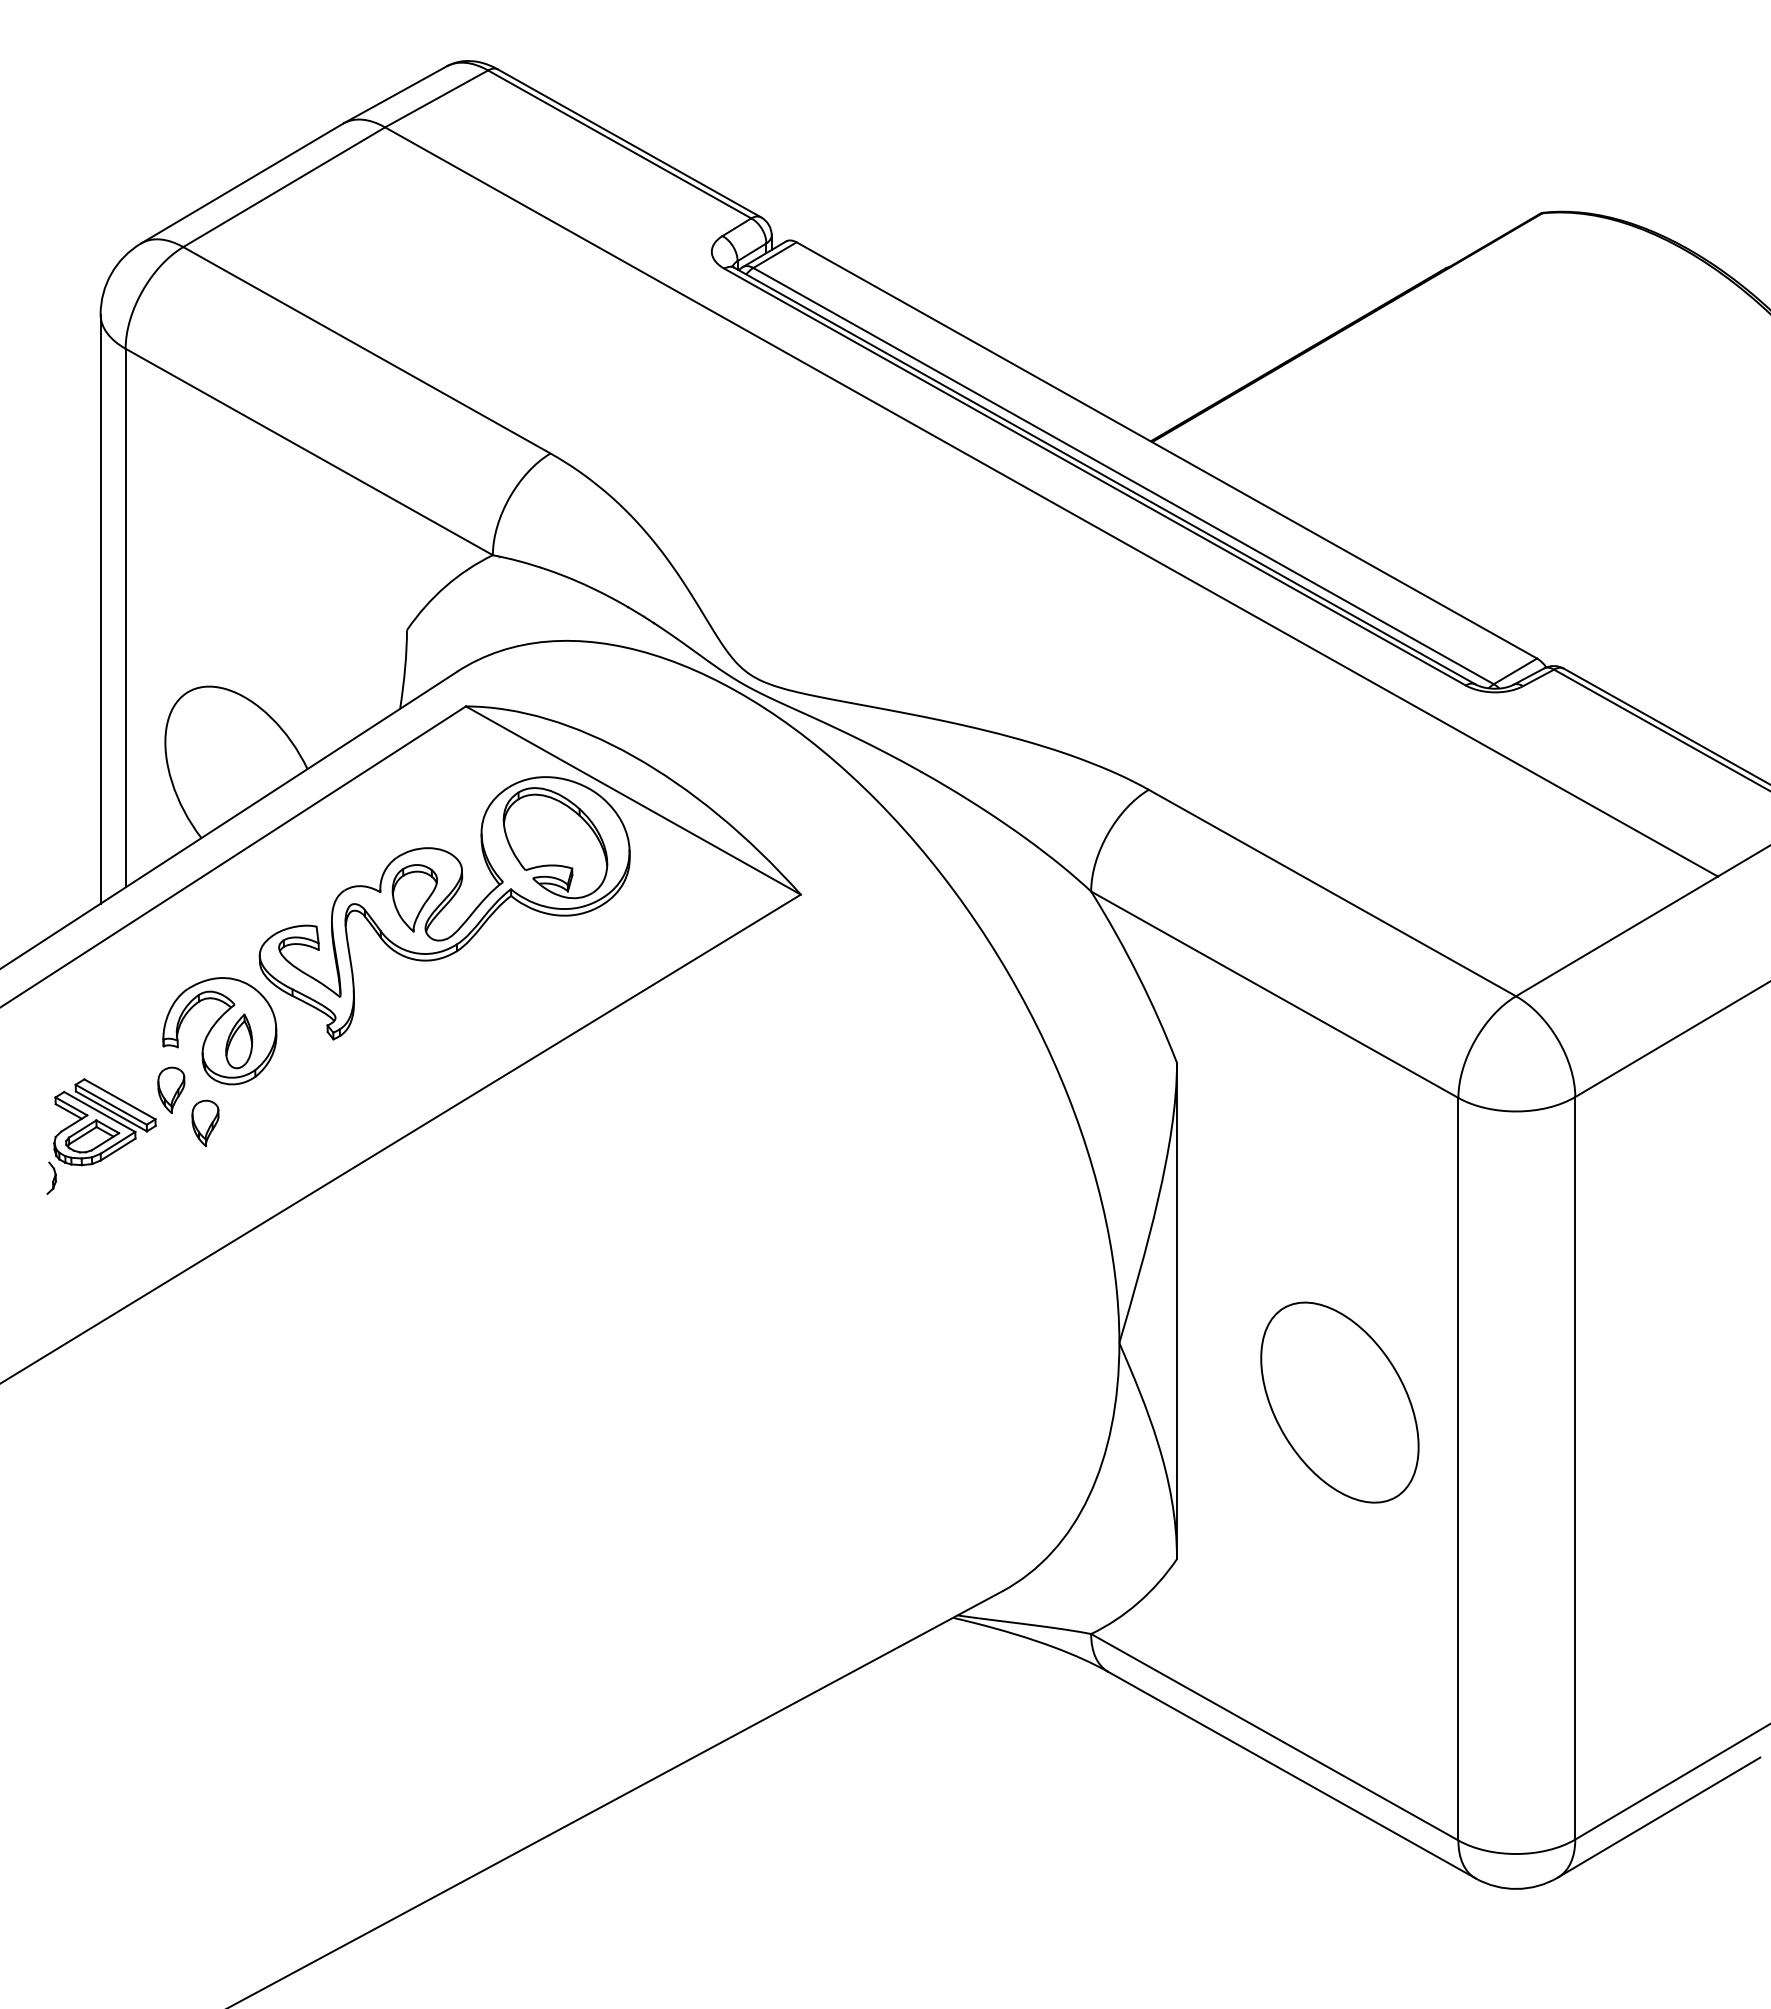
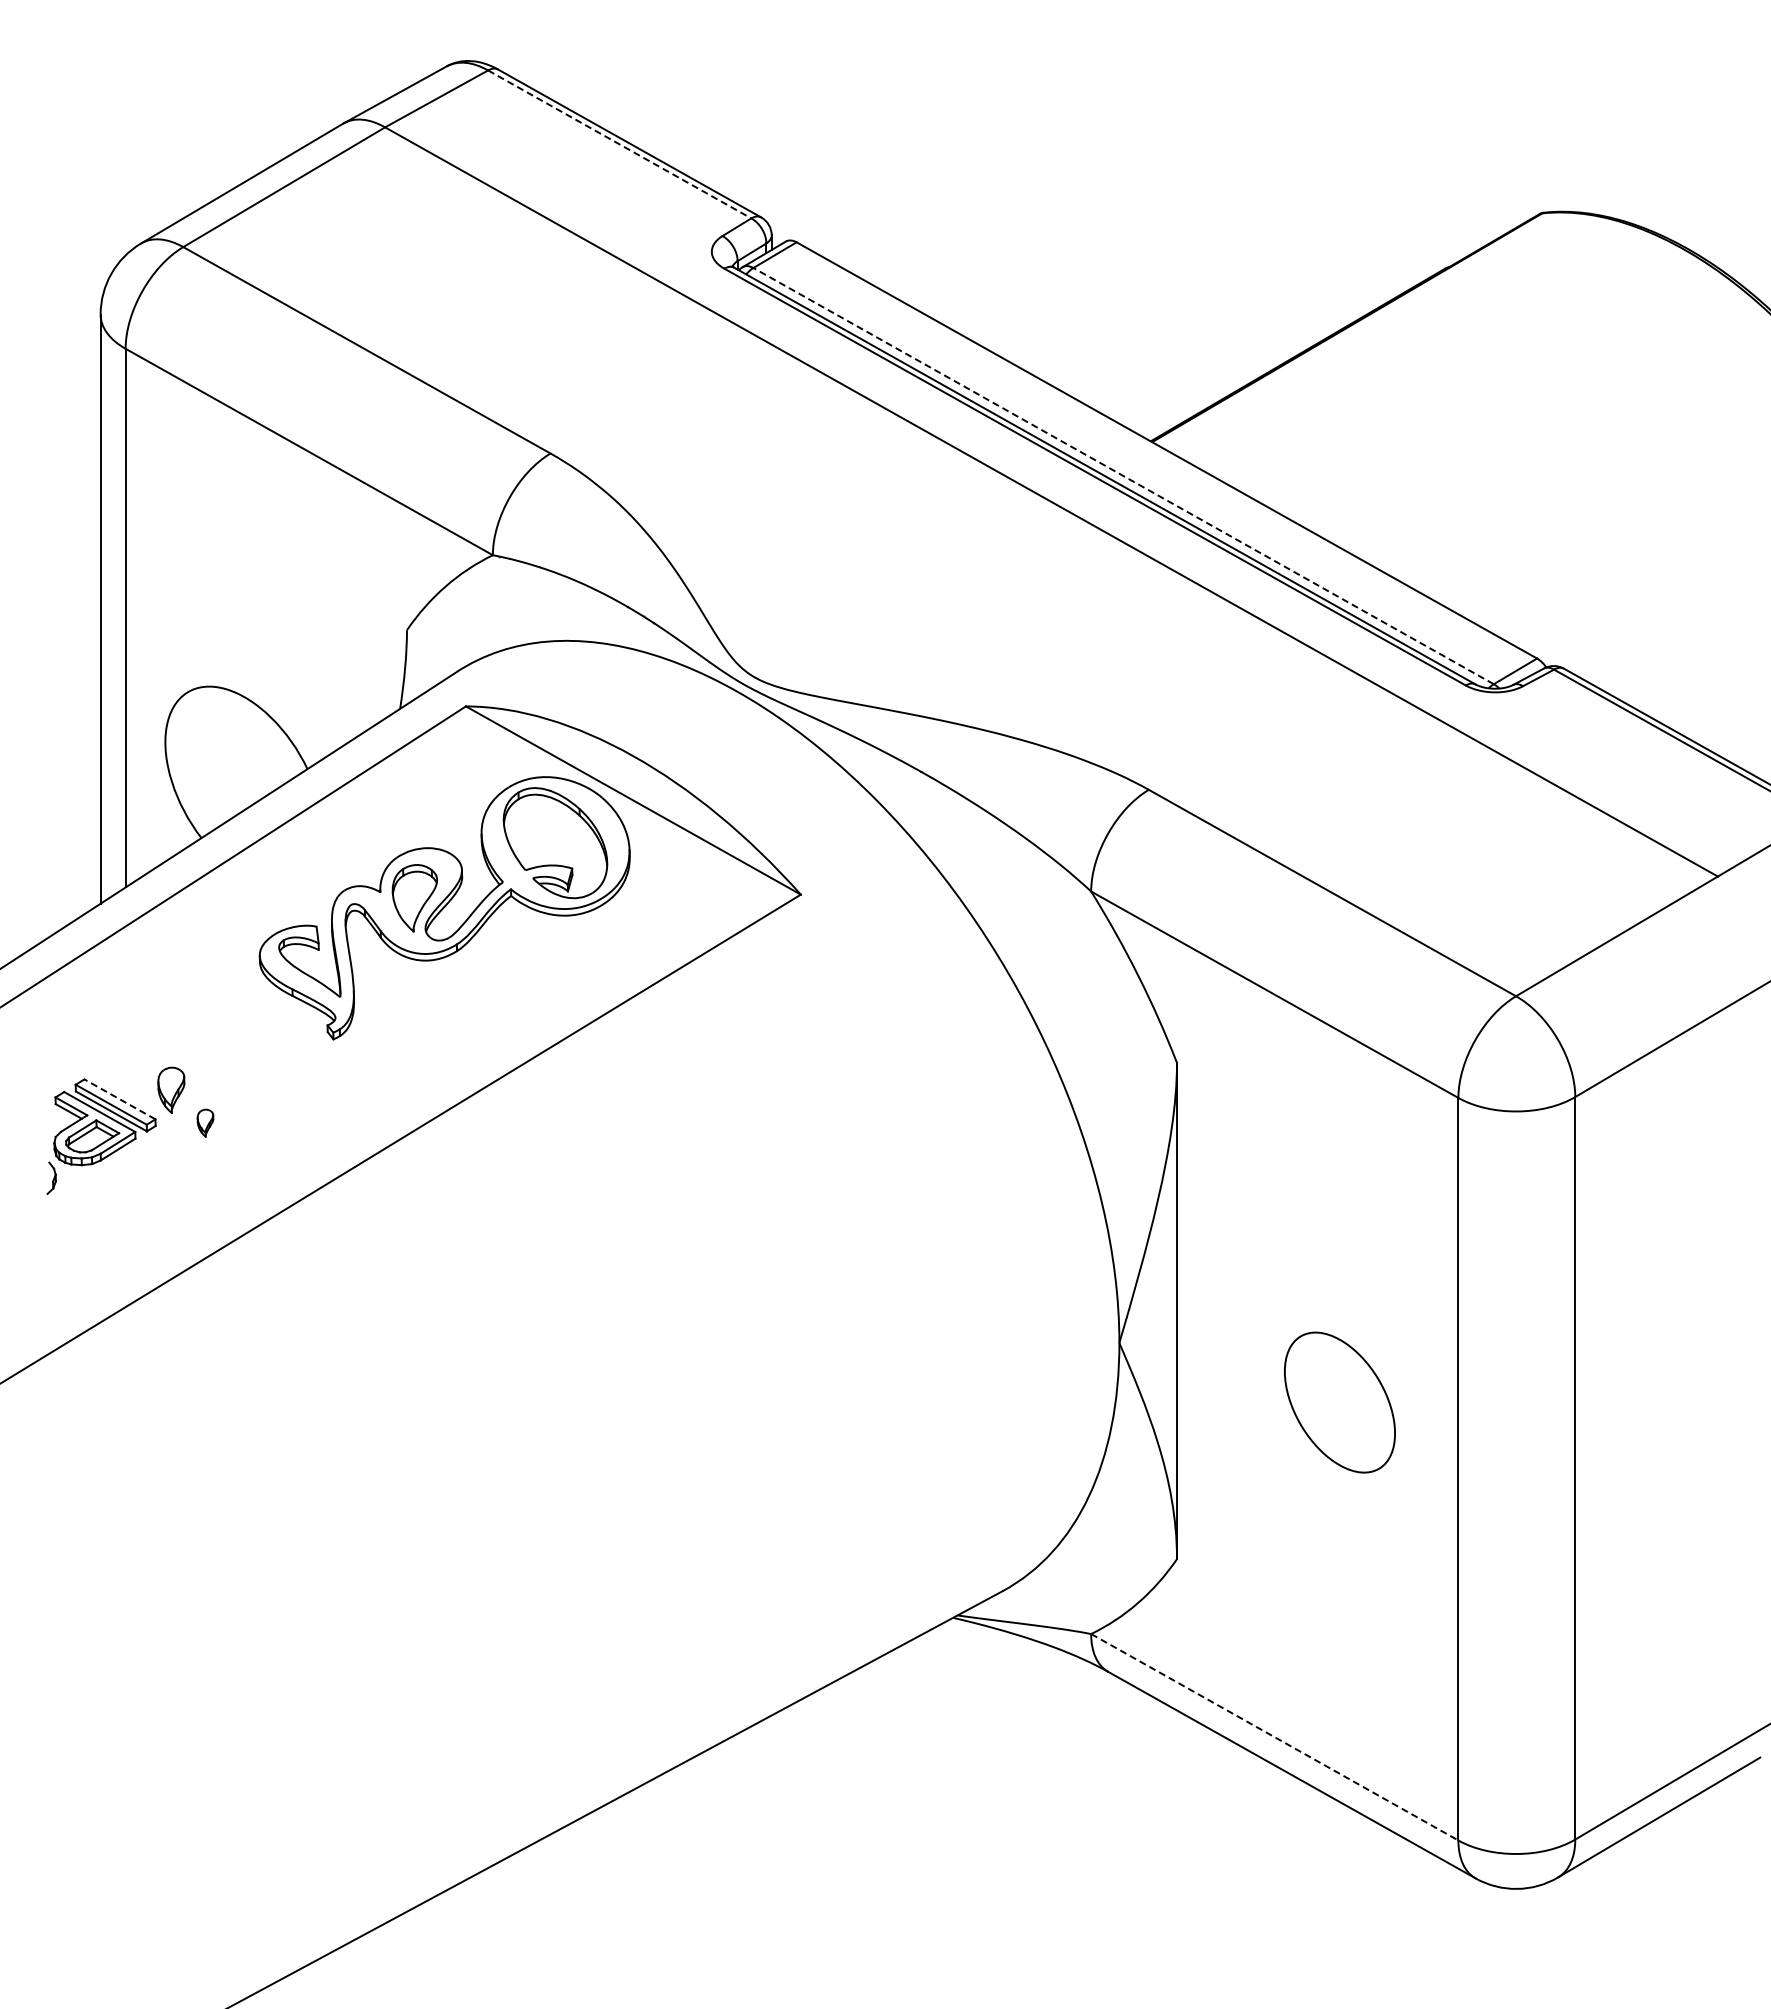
line at (619, 144): solid -> dashed
line at (1123, 476): solid -> dashed
part at (219, 1031): present -> none
line at (119, 1099): solid -> dashed
part at (205, 1122) size: 29x48 px -> 19x30 px
part at (1339, 1402) size: 160x203 px -> 112x143 px
line at (1274, 1737): solid -> dashed
